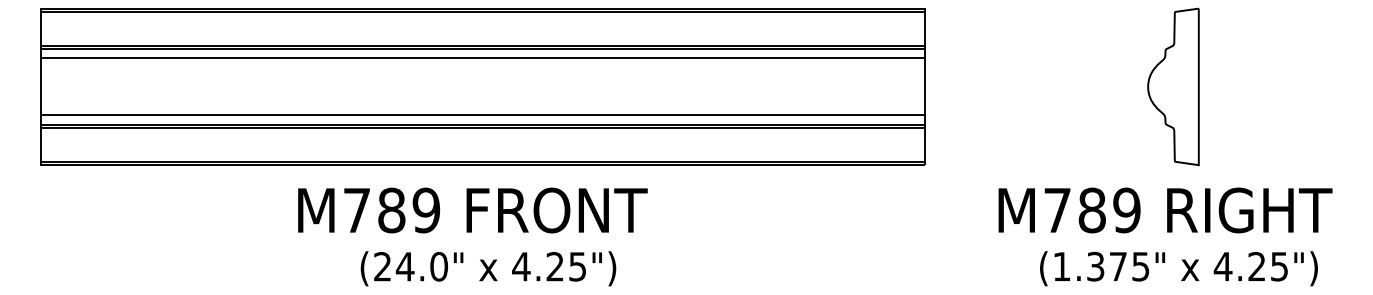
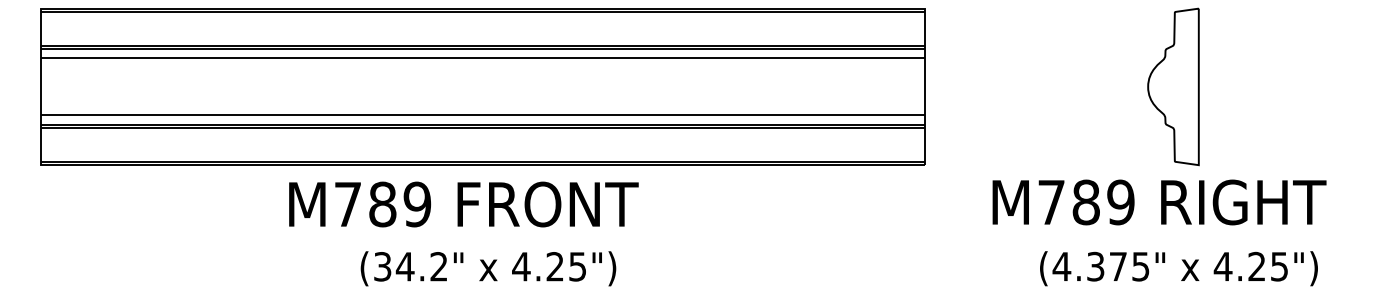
text at (472, 210) position: (472, 210) -> (463, 204)
text at (1165, 210) position: (1165, 210) -> (1159, 202)
text at (411, 266): (24.0" -> (34.2"
text at (1061, 266): (1.375" -> (4.375"
